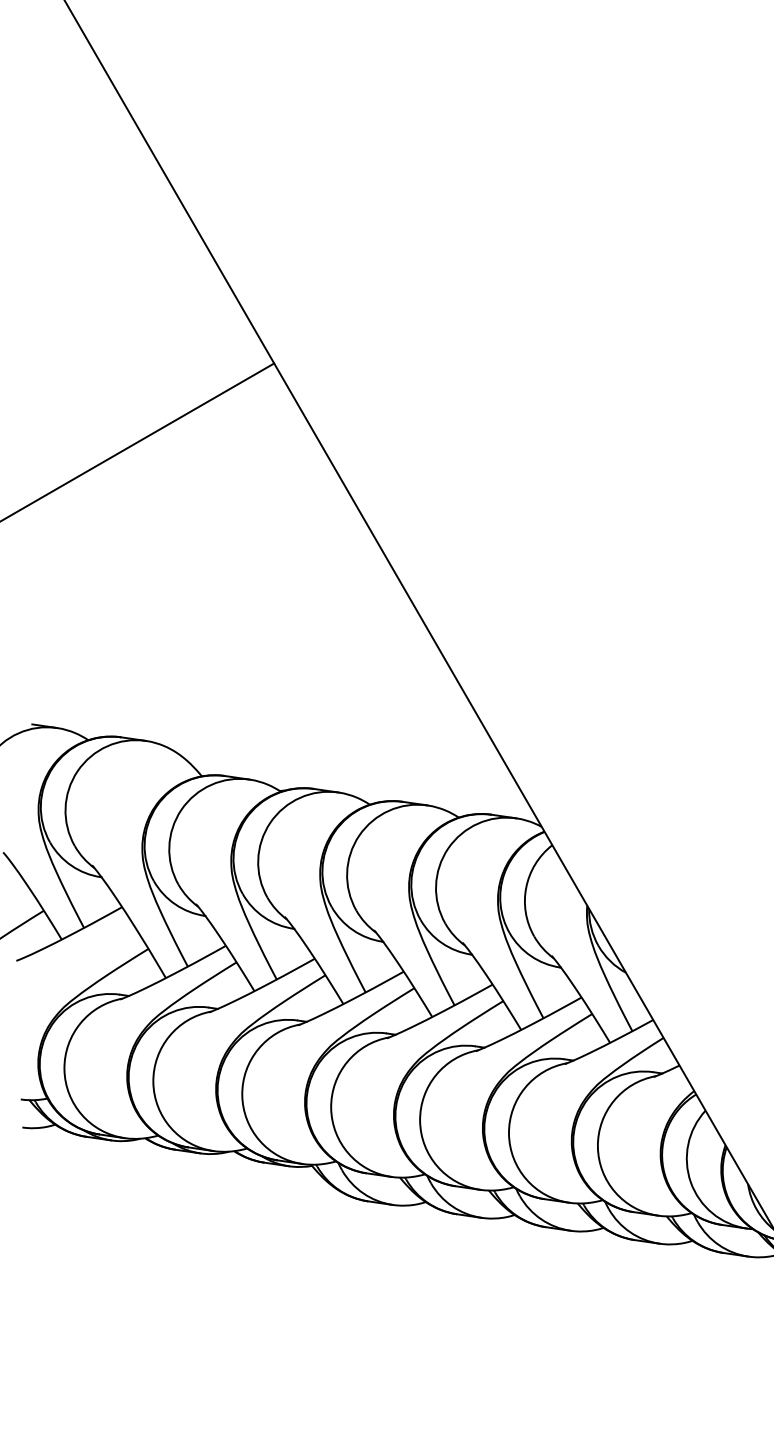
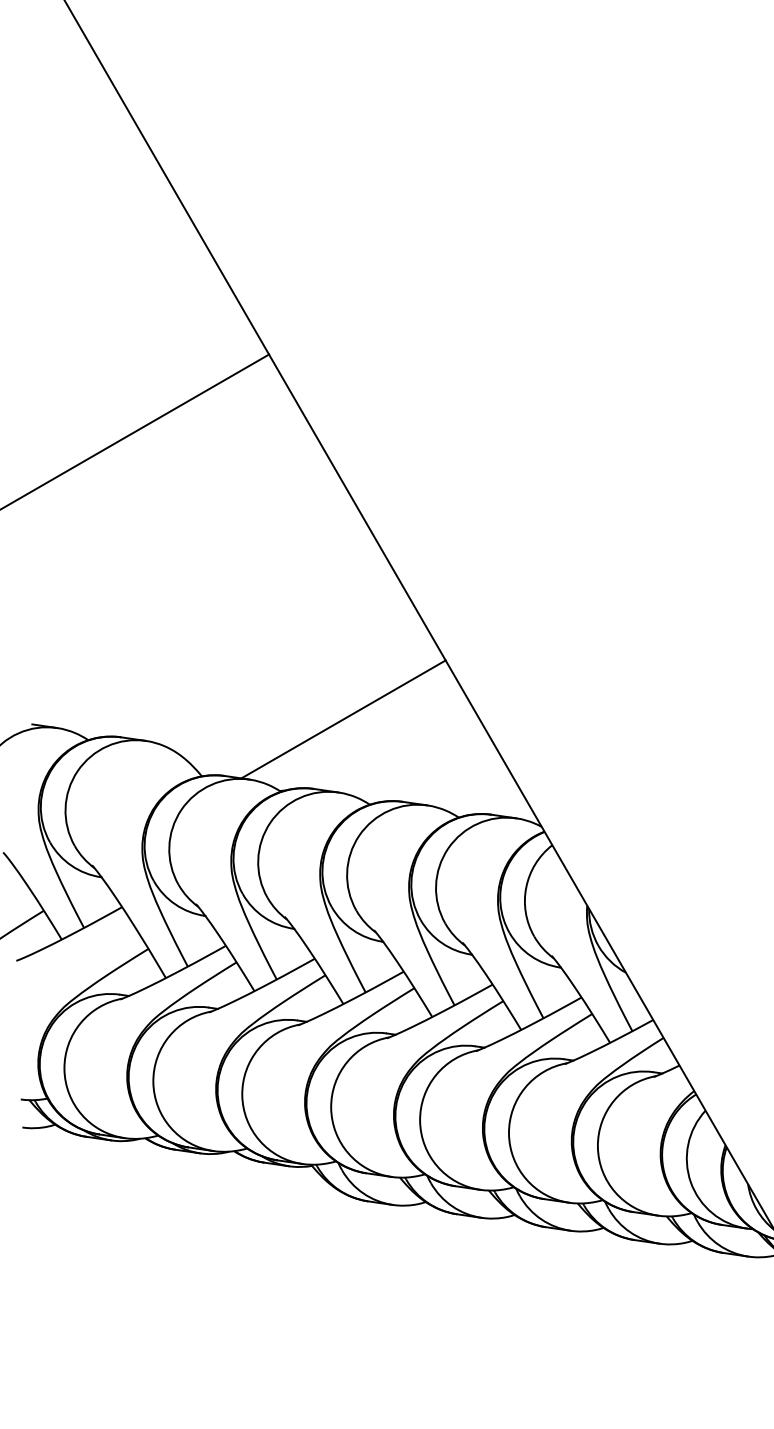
line at (138, 441) position: (138, 441) -> (135, 431)
line at (343, 719): none -> present
